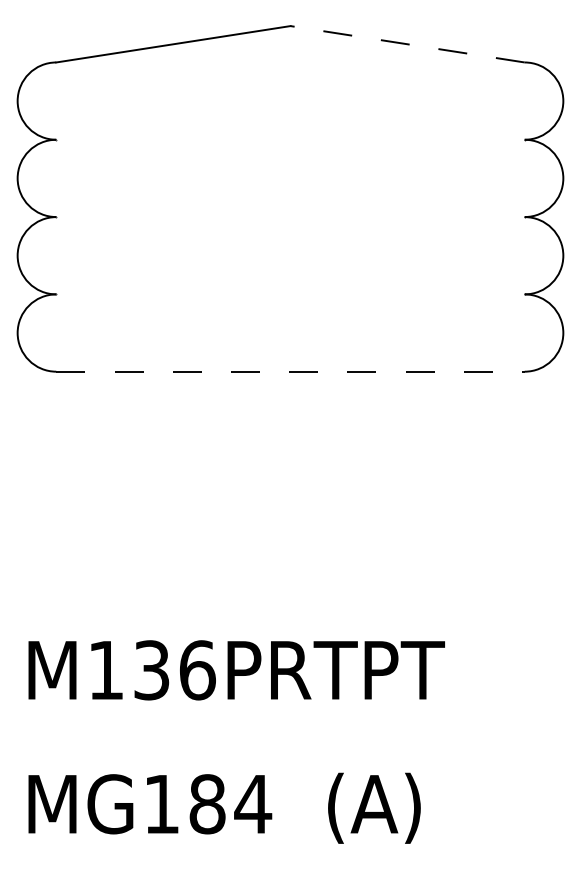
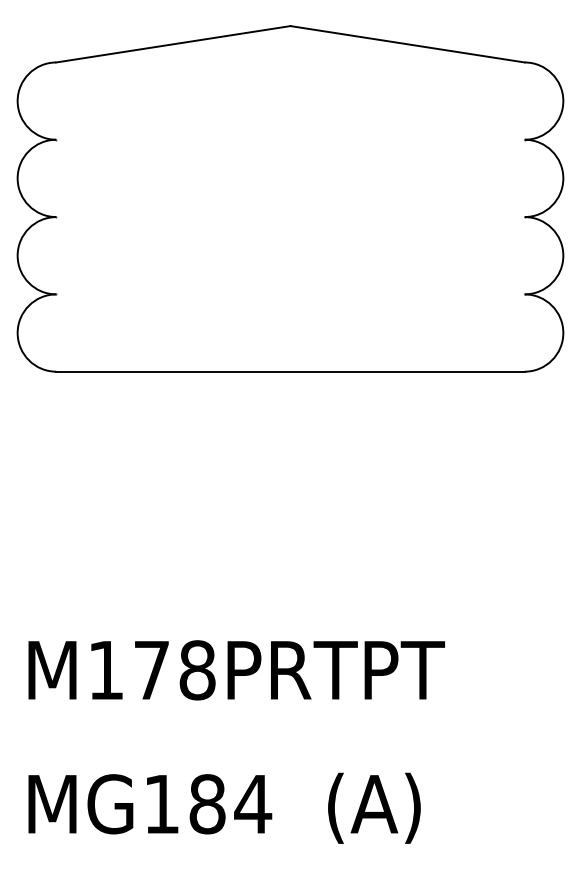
line at (407, 44): dashed -> solid
line at (291, 371): dashed -> solid
text at (174, 670): M136PRTPT -> M178PRTPT
